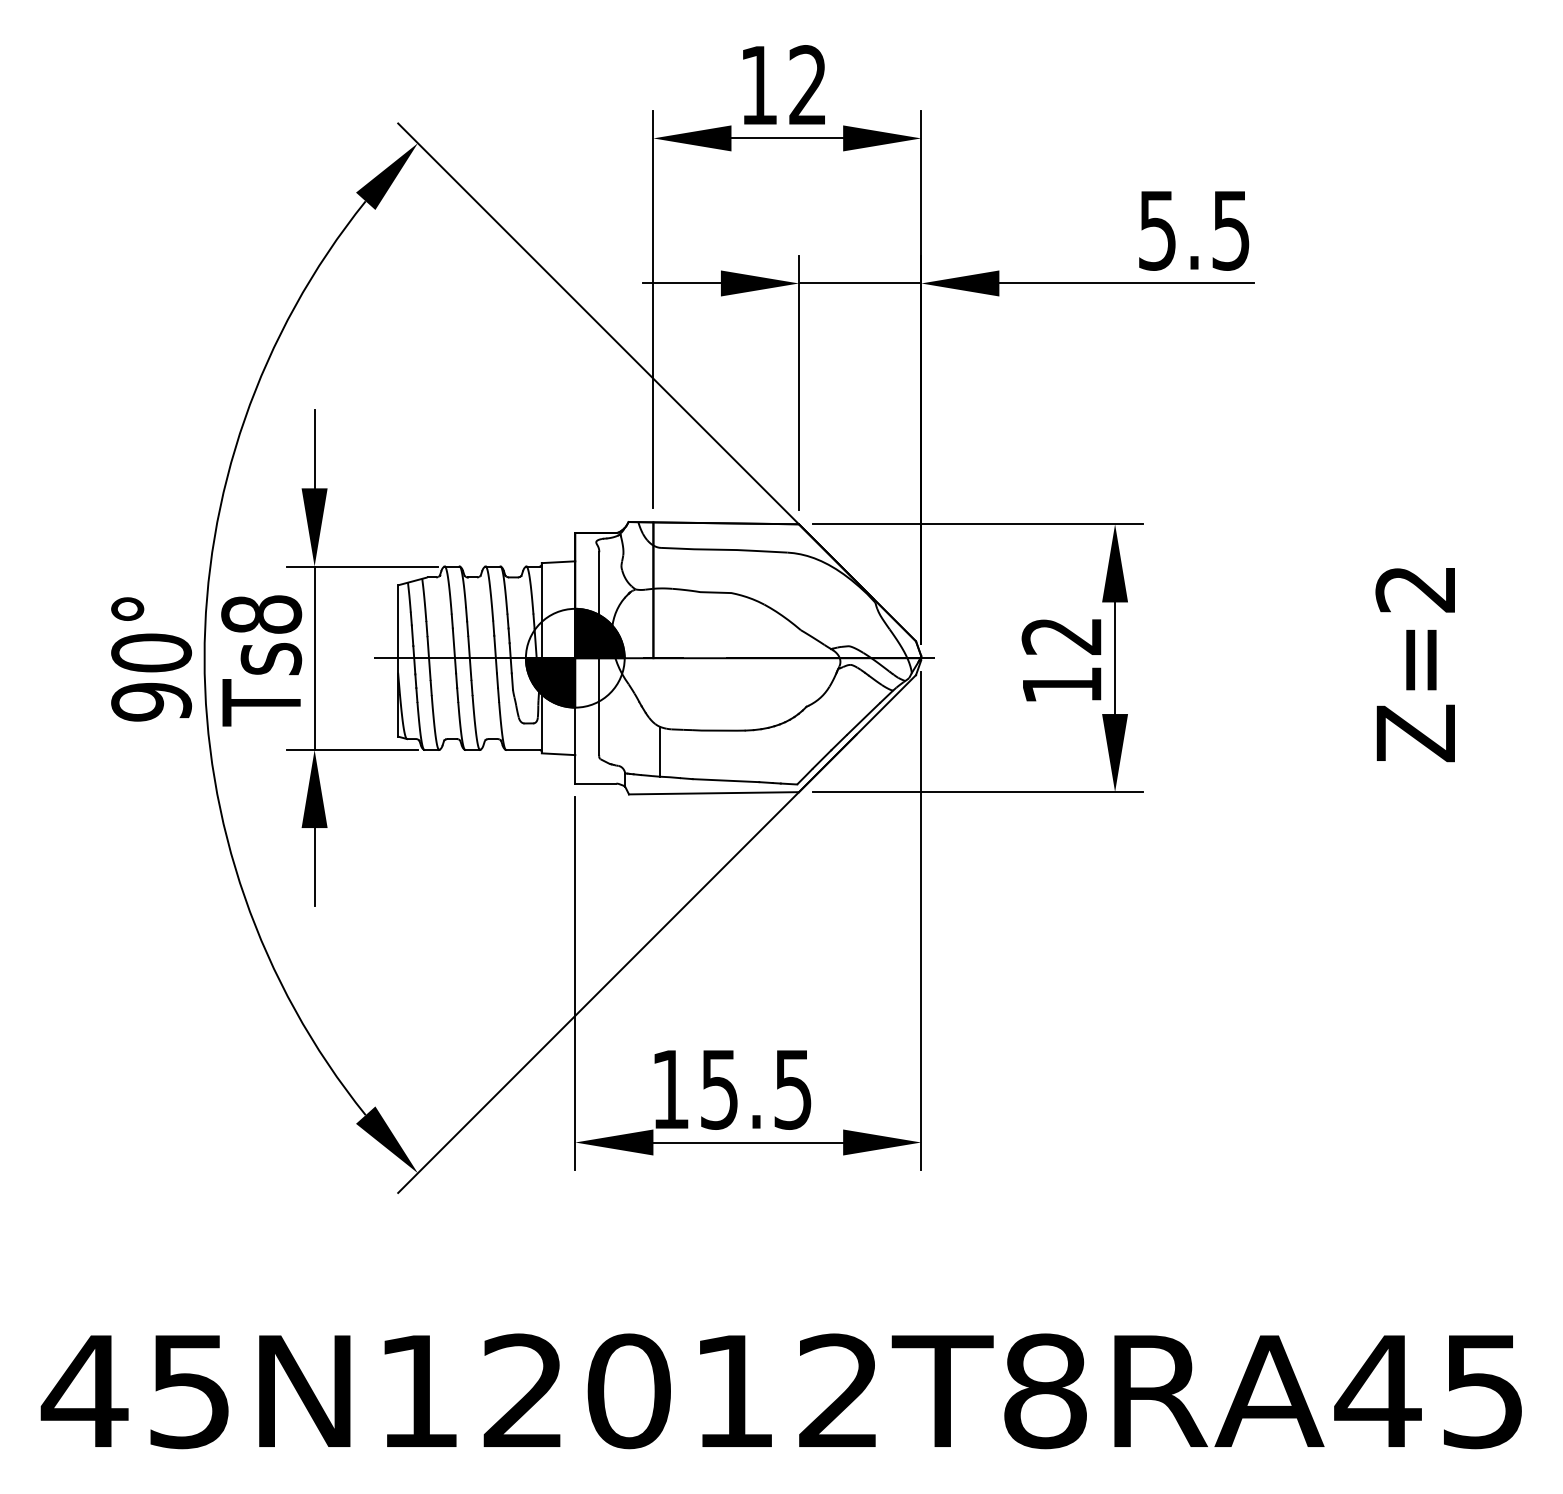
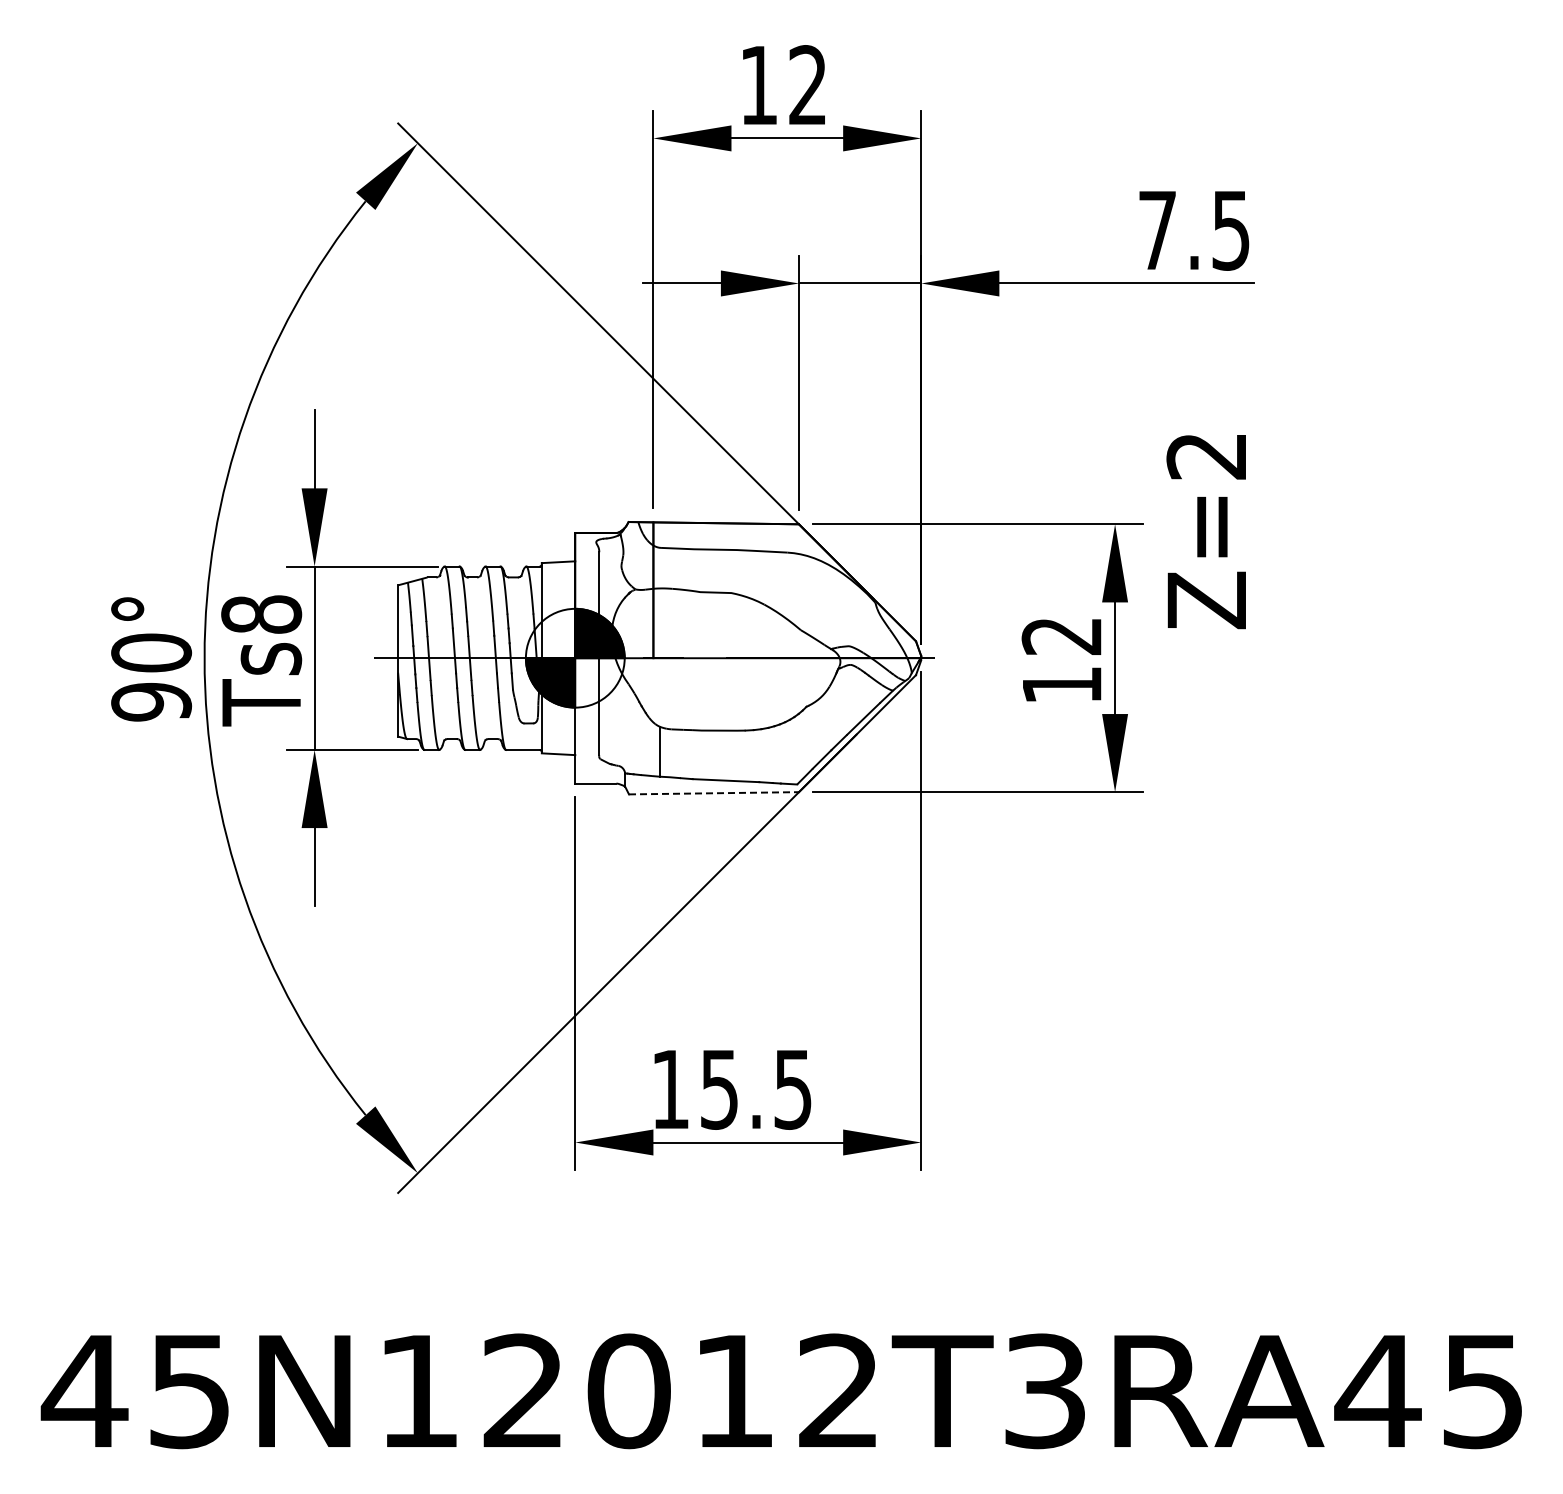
text at (1157, 230): 5.5 -> 7.5
text at (1414, 665) position: (1414, 665) -> (1205, 532)
line at (714, 793): solid -> dashed
text at (1045, 1391): 45N12012T8RA45 -> 45N12012T3RA45
